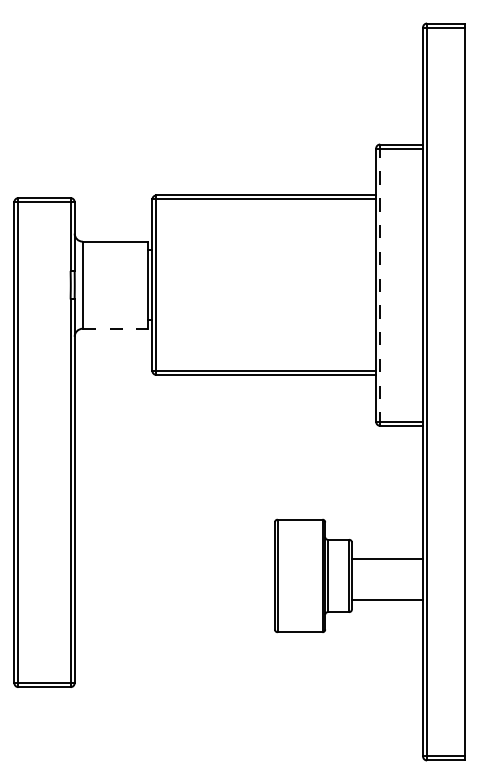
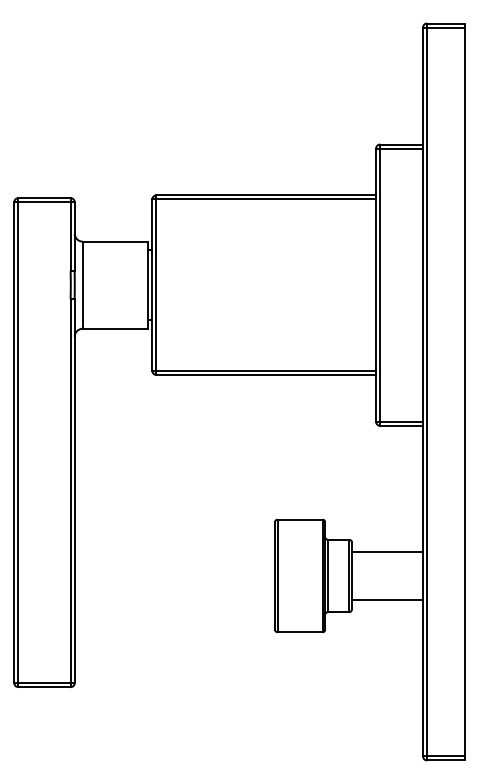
line at (380, 285): dashed -> solid
line at (115, 328): dashed -> solid
line at (387, 559) position: (387, 559) -> (387, 552)
